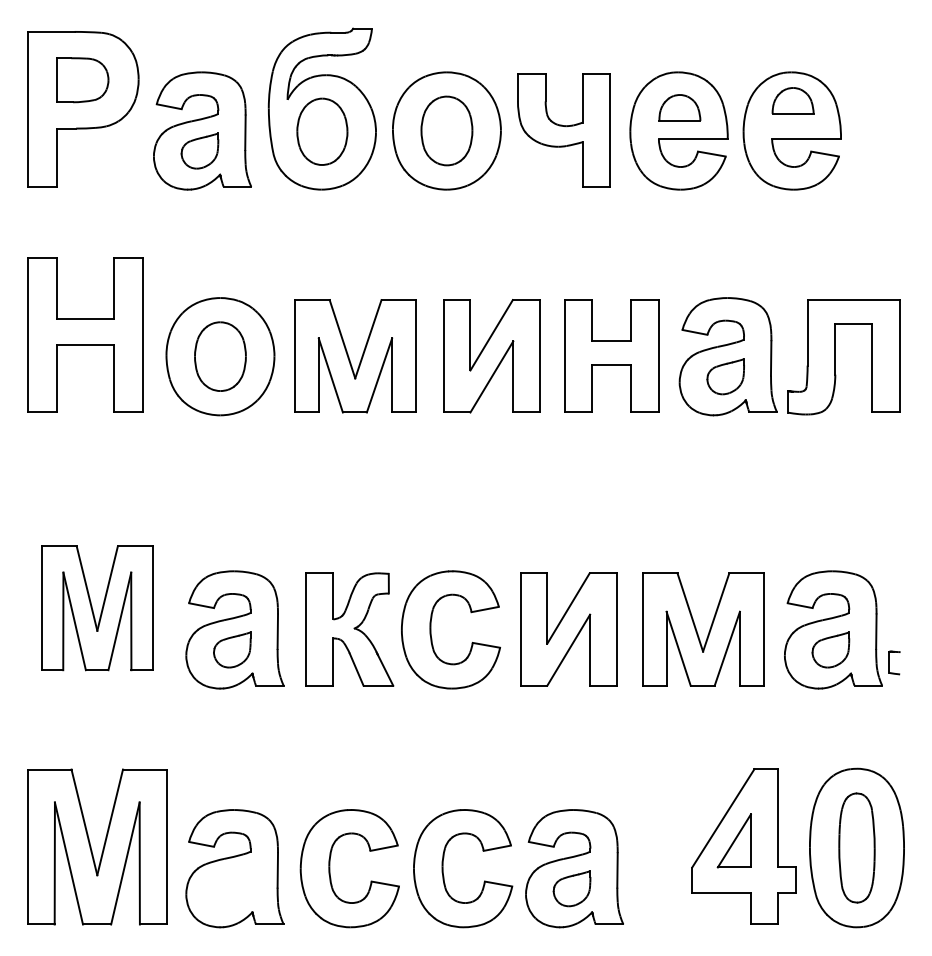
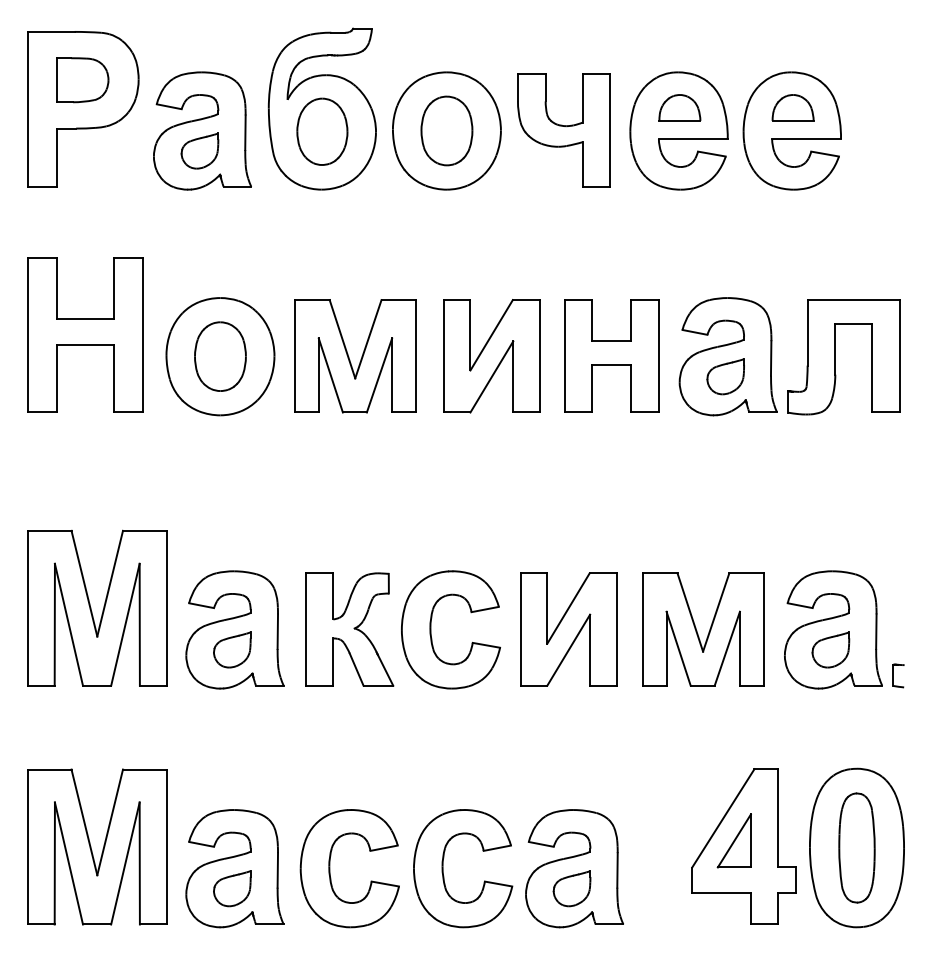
part at (792, 100) position: (792, 100) -> (792, 107)
part at (97, 608) size: 113x127 px -> 141x158 px
part at (894, 662) position: (894, 662) -> (898, 675)
part at (232, 888): none -> present
